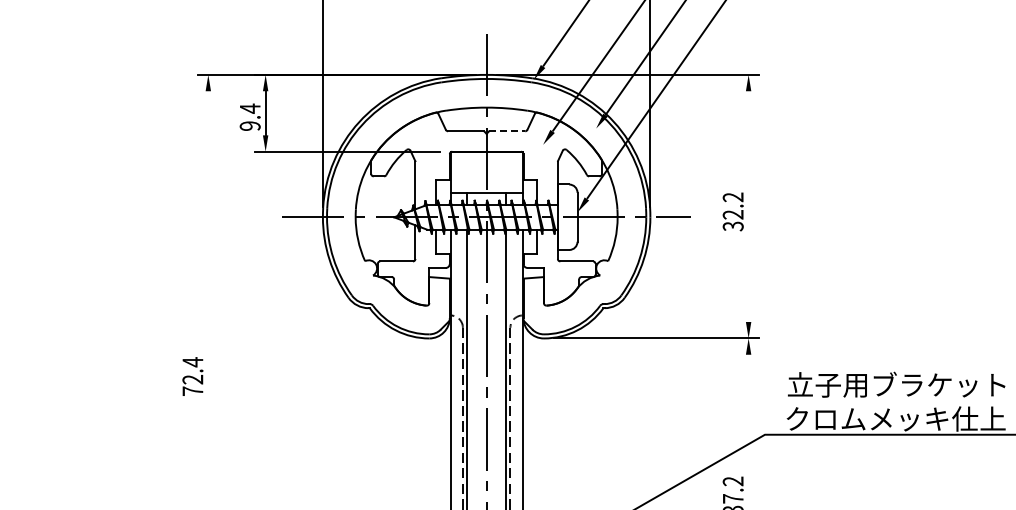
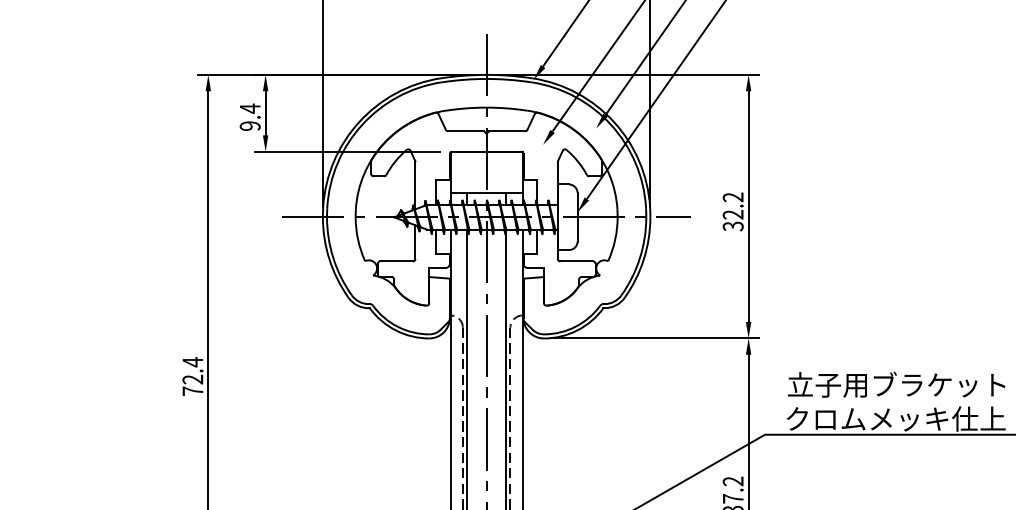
line at (507, 131): dashed -> solid
line at (748, 206): none -> present
line at (208, 298): none -> present
line at (748, 430): none -> present
